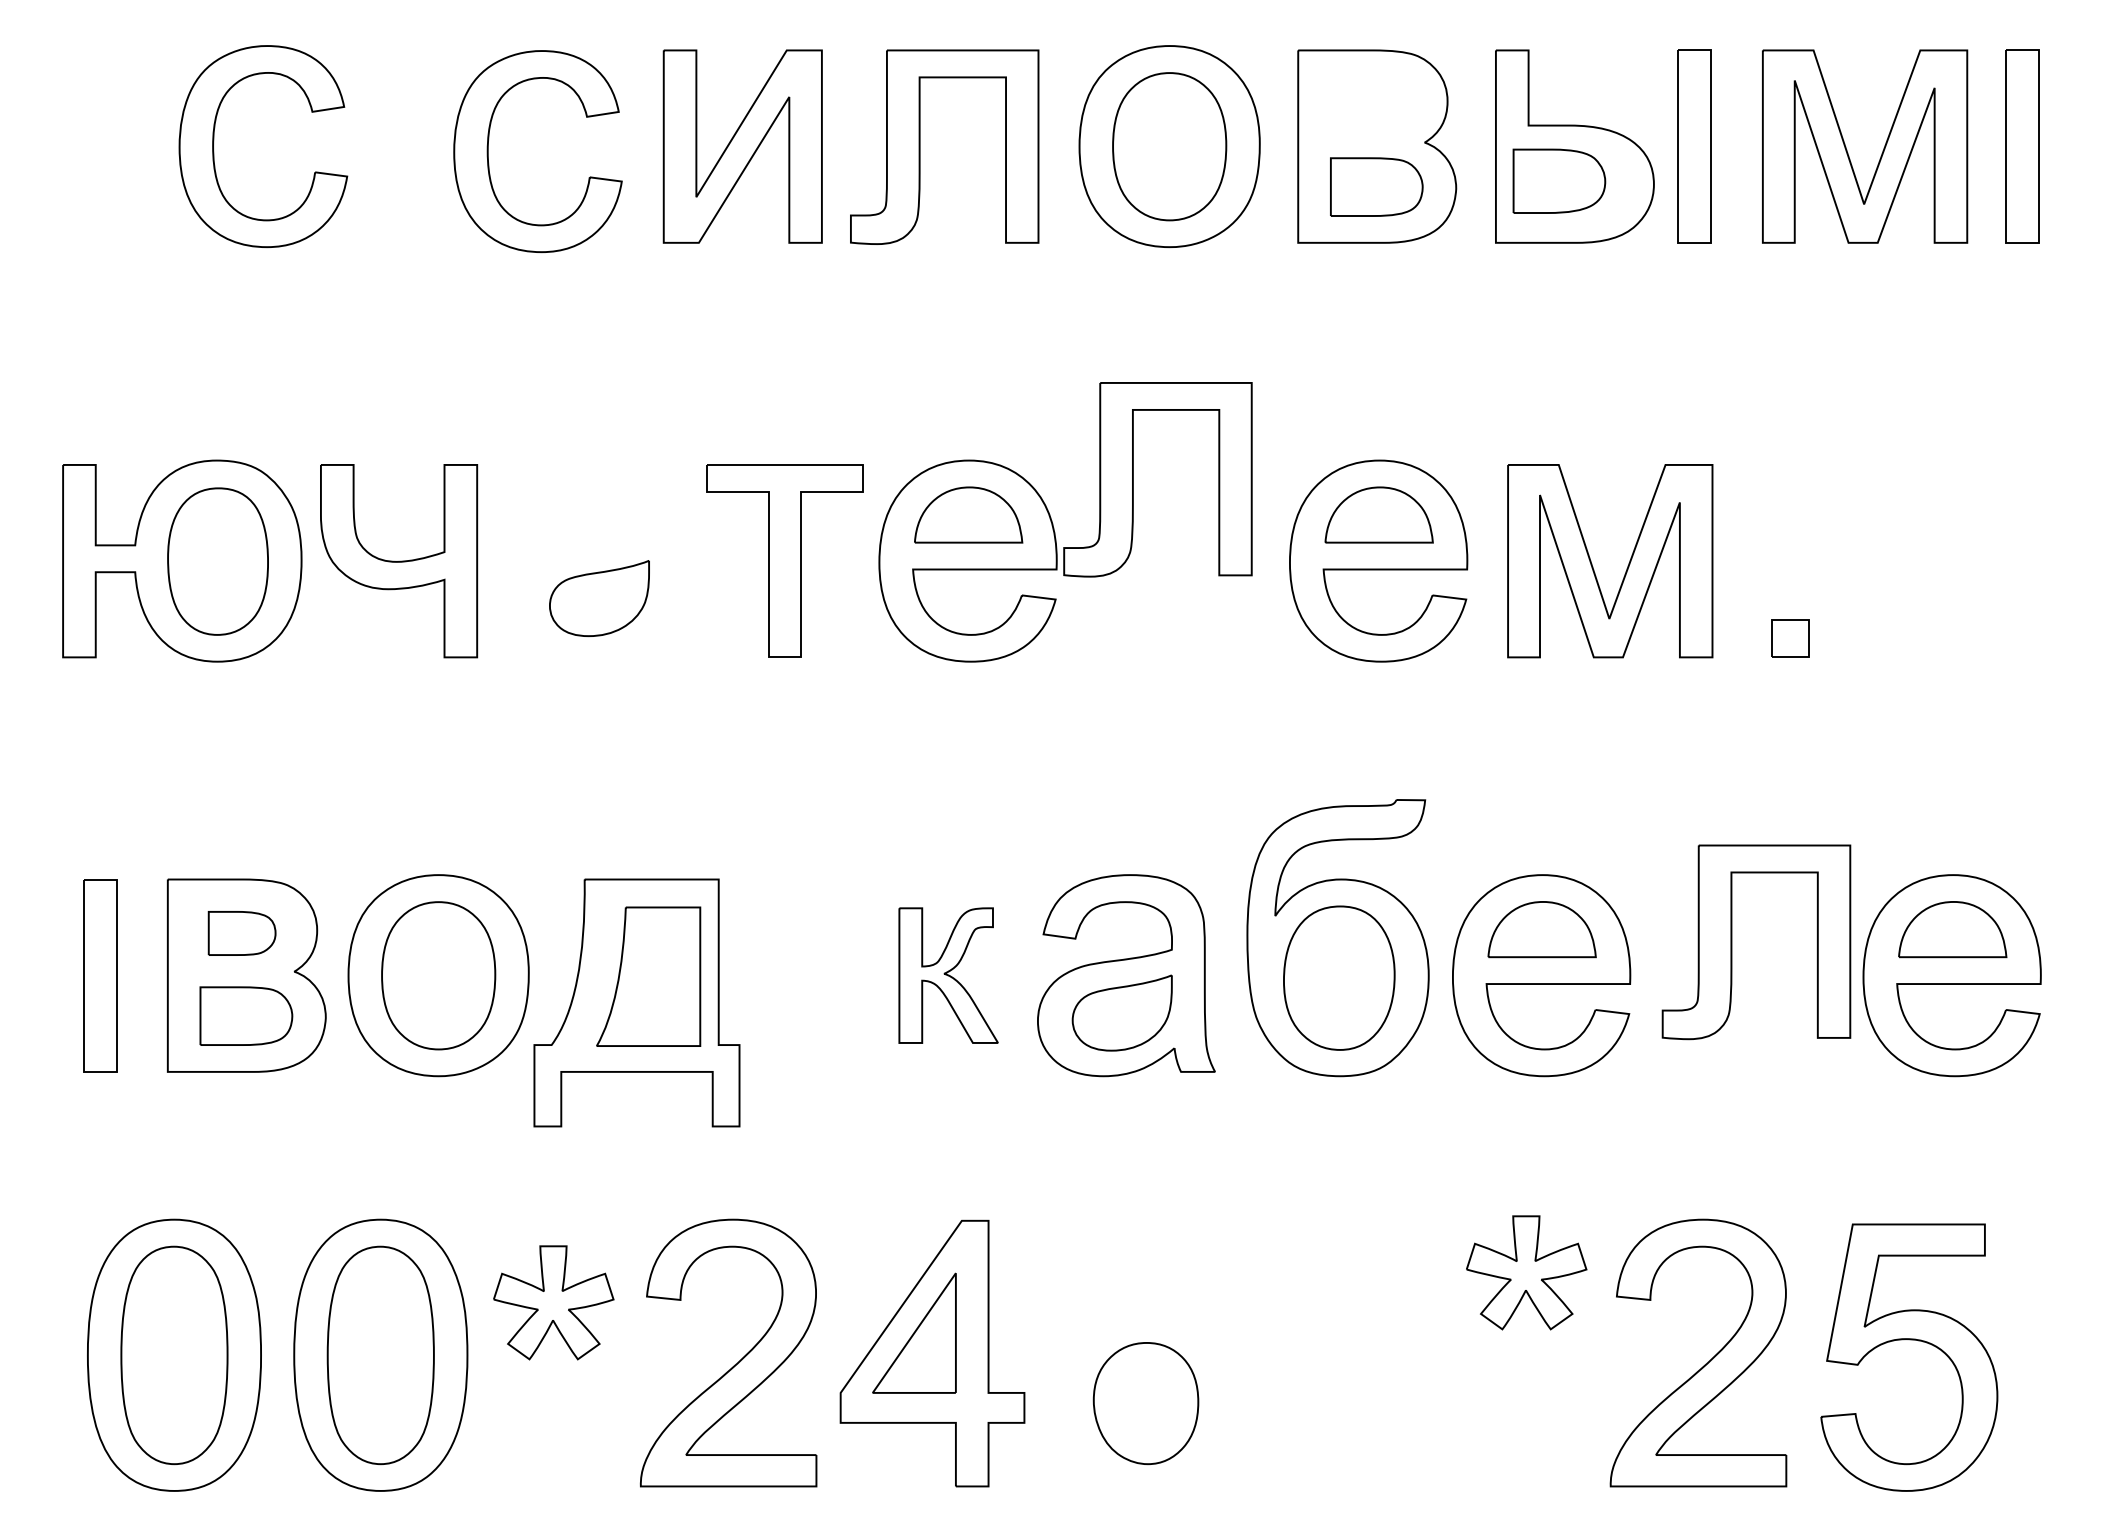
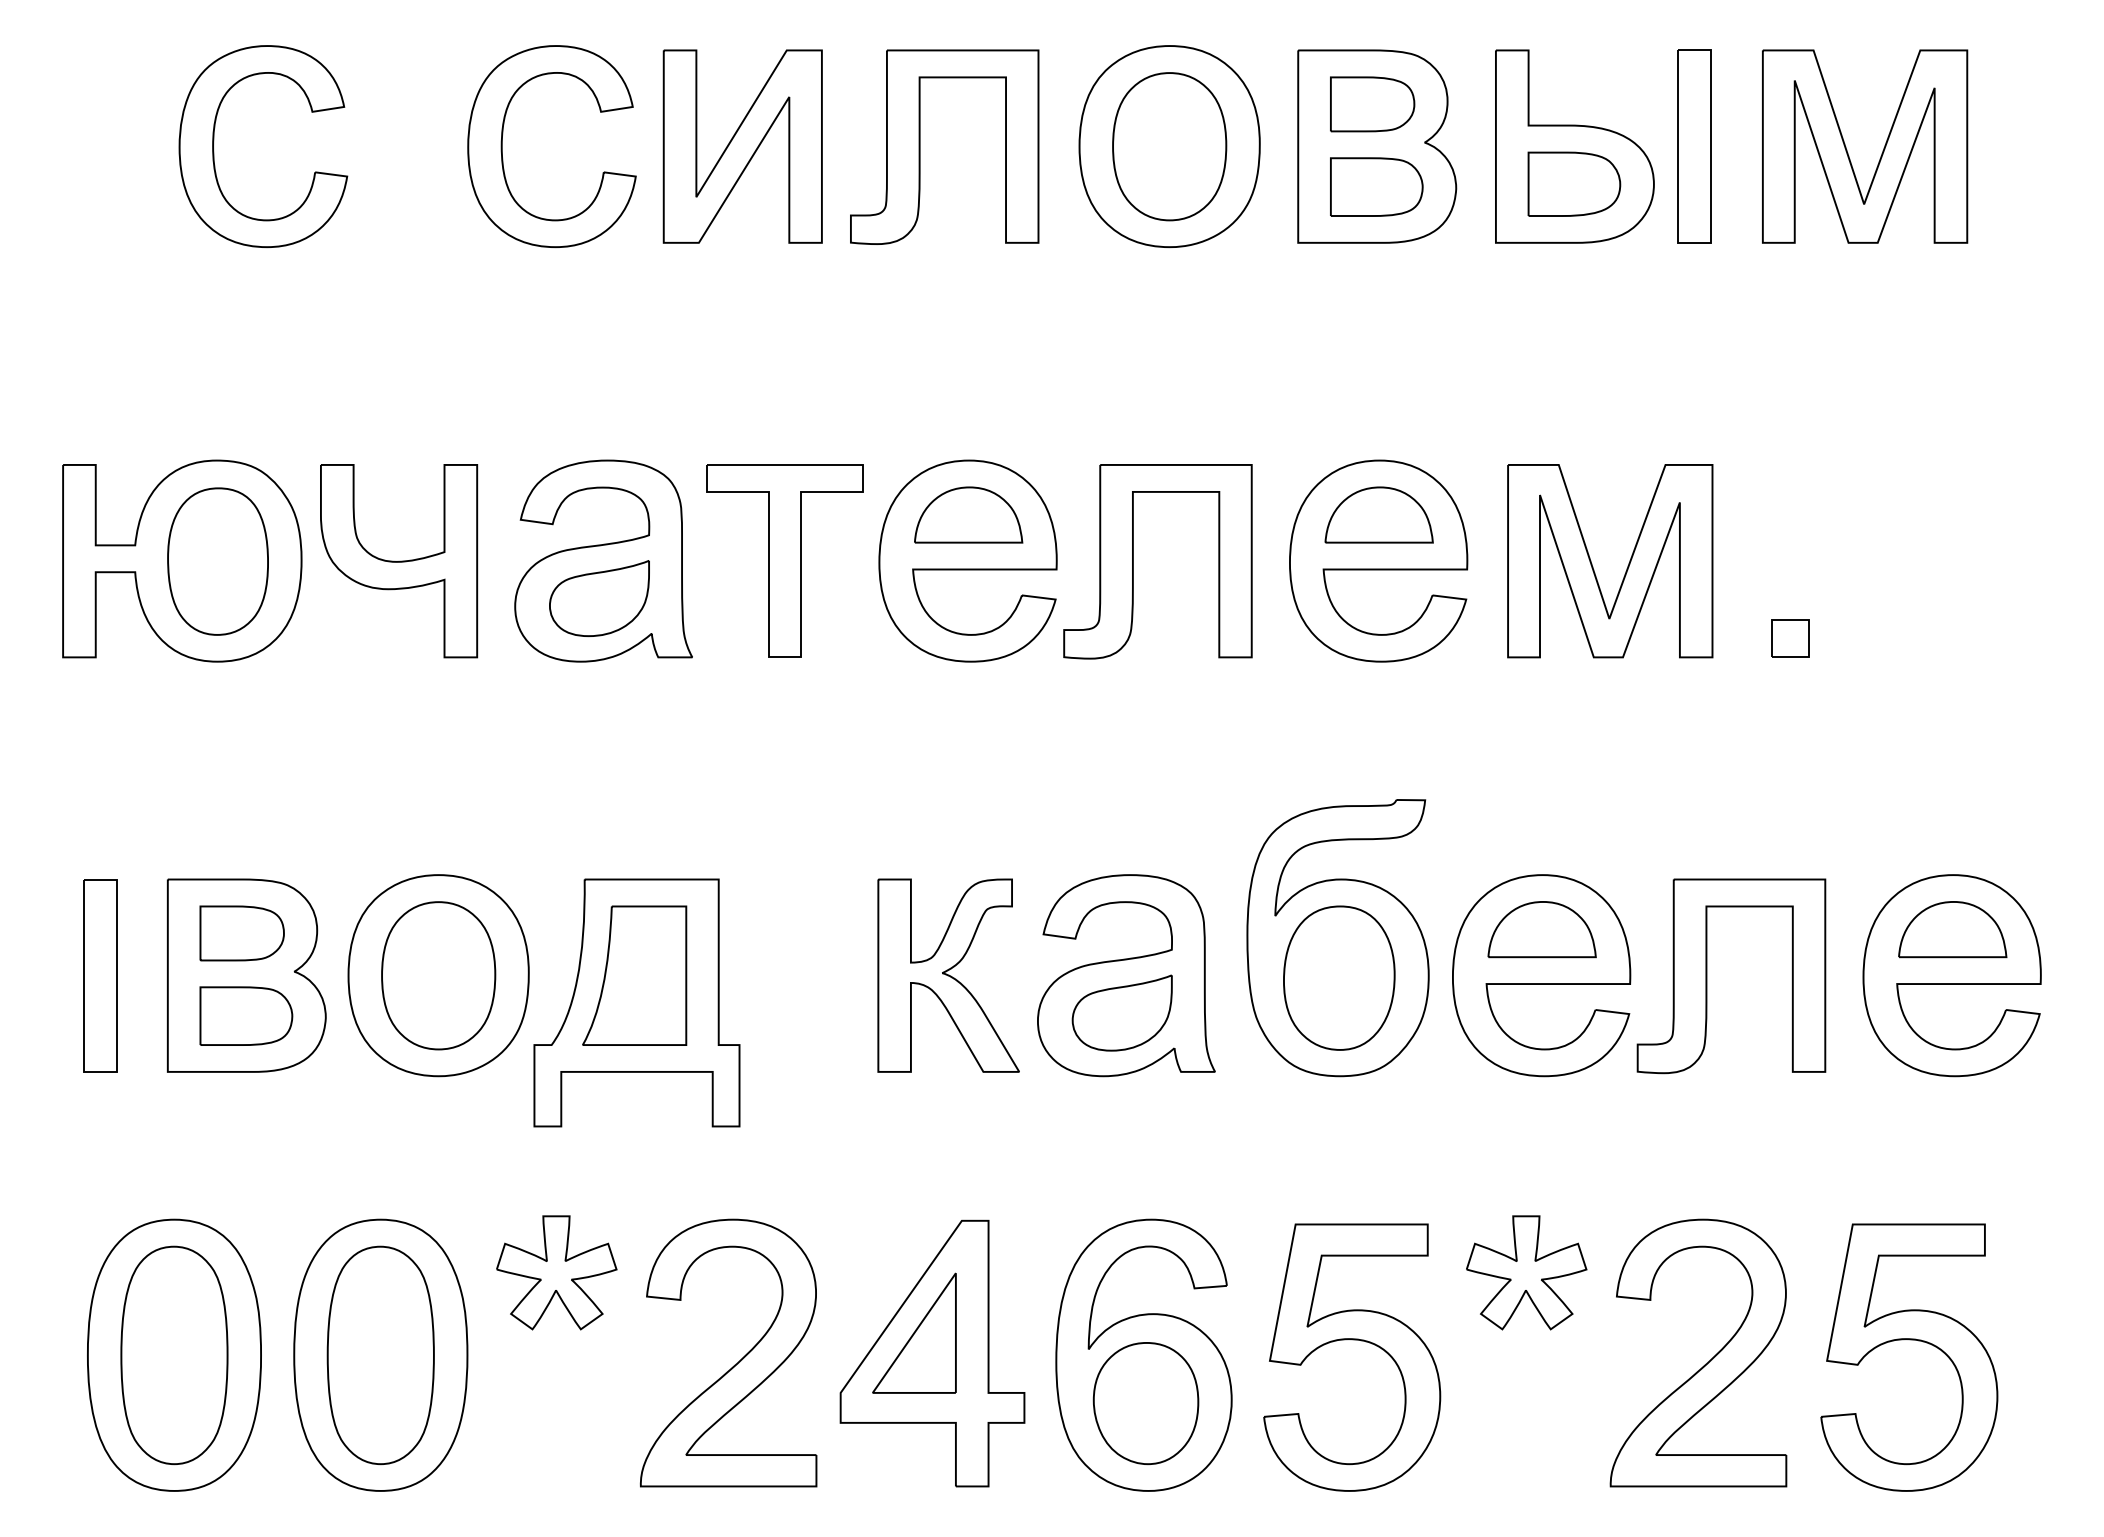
part at (1372, 104): none -> present
part at (2022, 146): present -> none
part at (488, 151) position: (488, 151) -> (502, 146)
part at (1559, 180) position: (1559, 180) -> (1574, 183)
part at (1133, 479) position: (1133, 479) -> (1133, 561)
part at (603, 560): none -> present
part at (241, 933) size: 70x45 px -> 86x57 px
part at (1732, 942) position: (1732, 942) -> (1707, 976)
part at (948, 975) size: 101x137 px -> 143x195 px
part at (648, 976) position: (648, 976) -> (634, 975)
part at (553, 1302) position: (553, 1302) -> (556, 1272)
part at (1352, 1340): none -> present
part at (1143, 1354): none -> present
